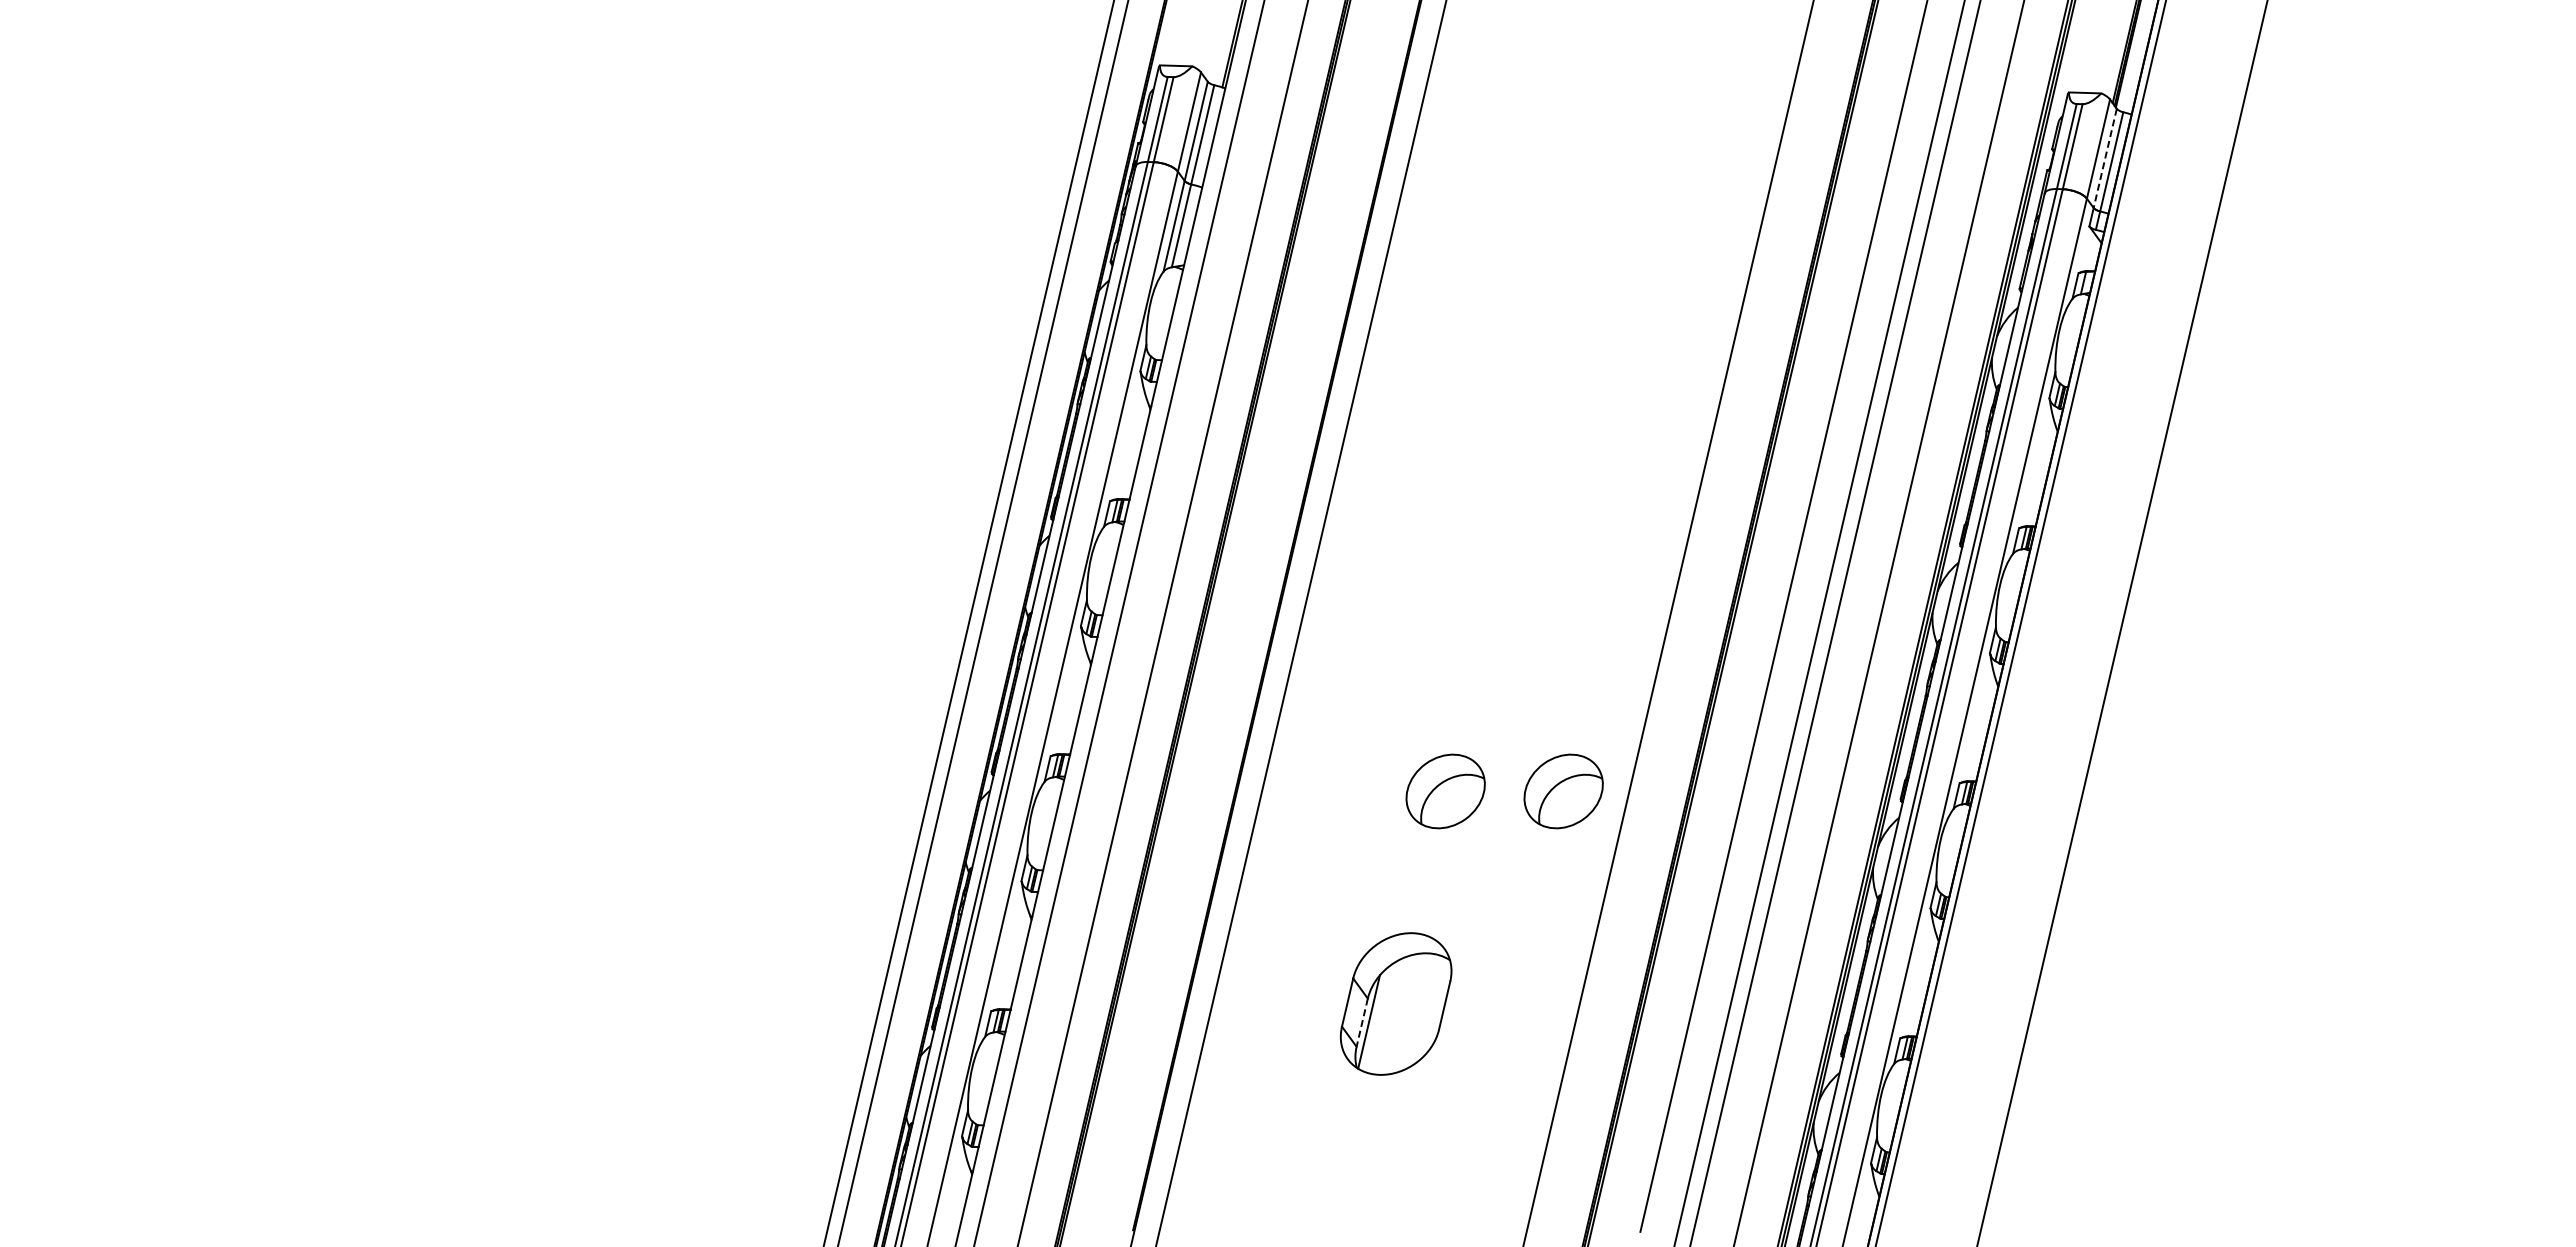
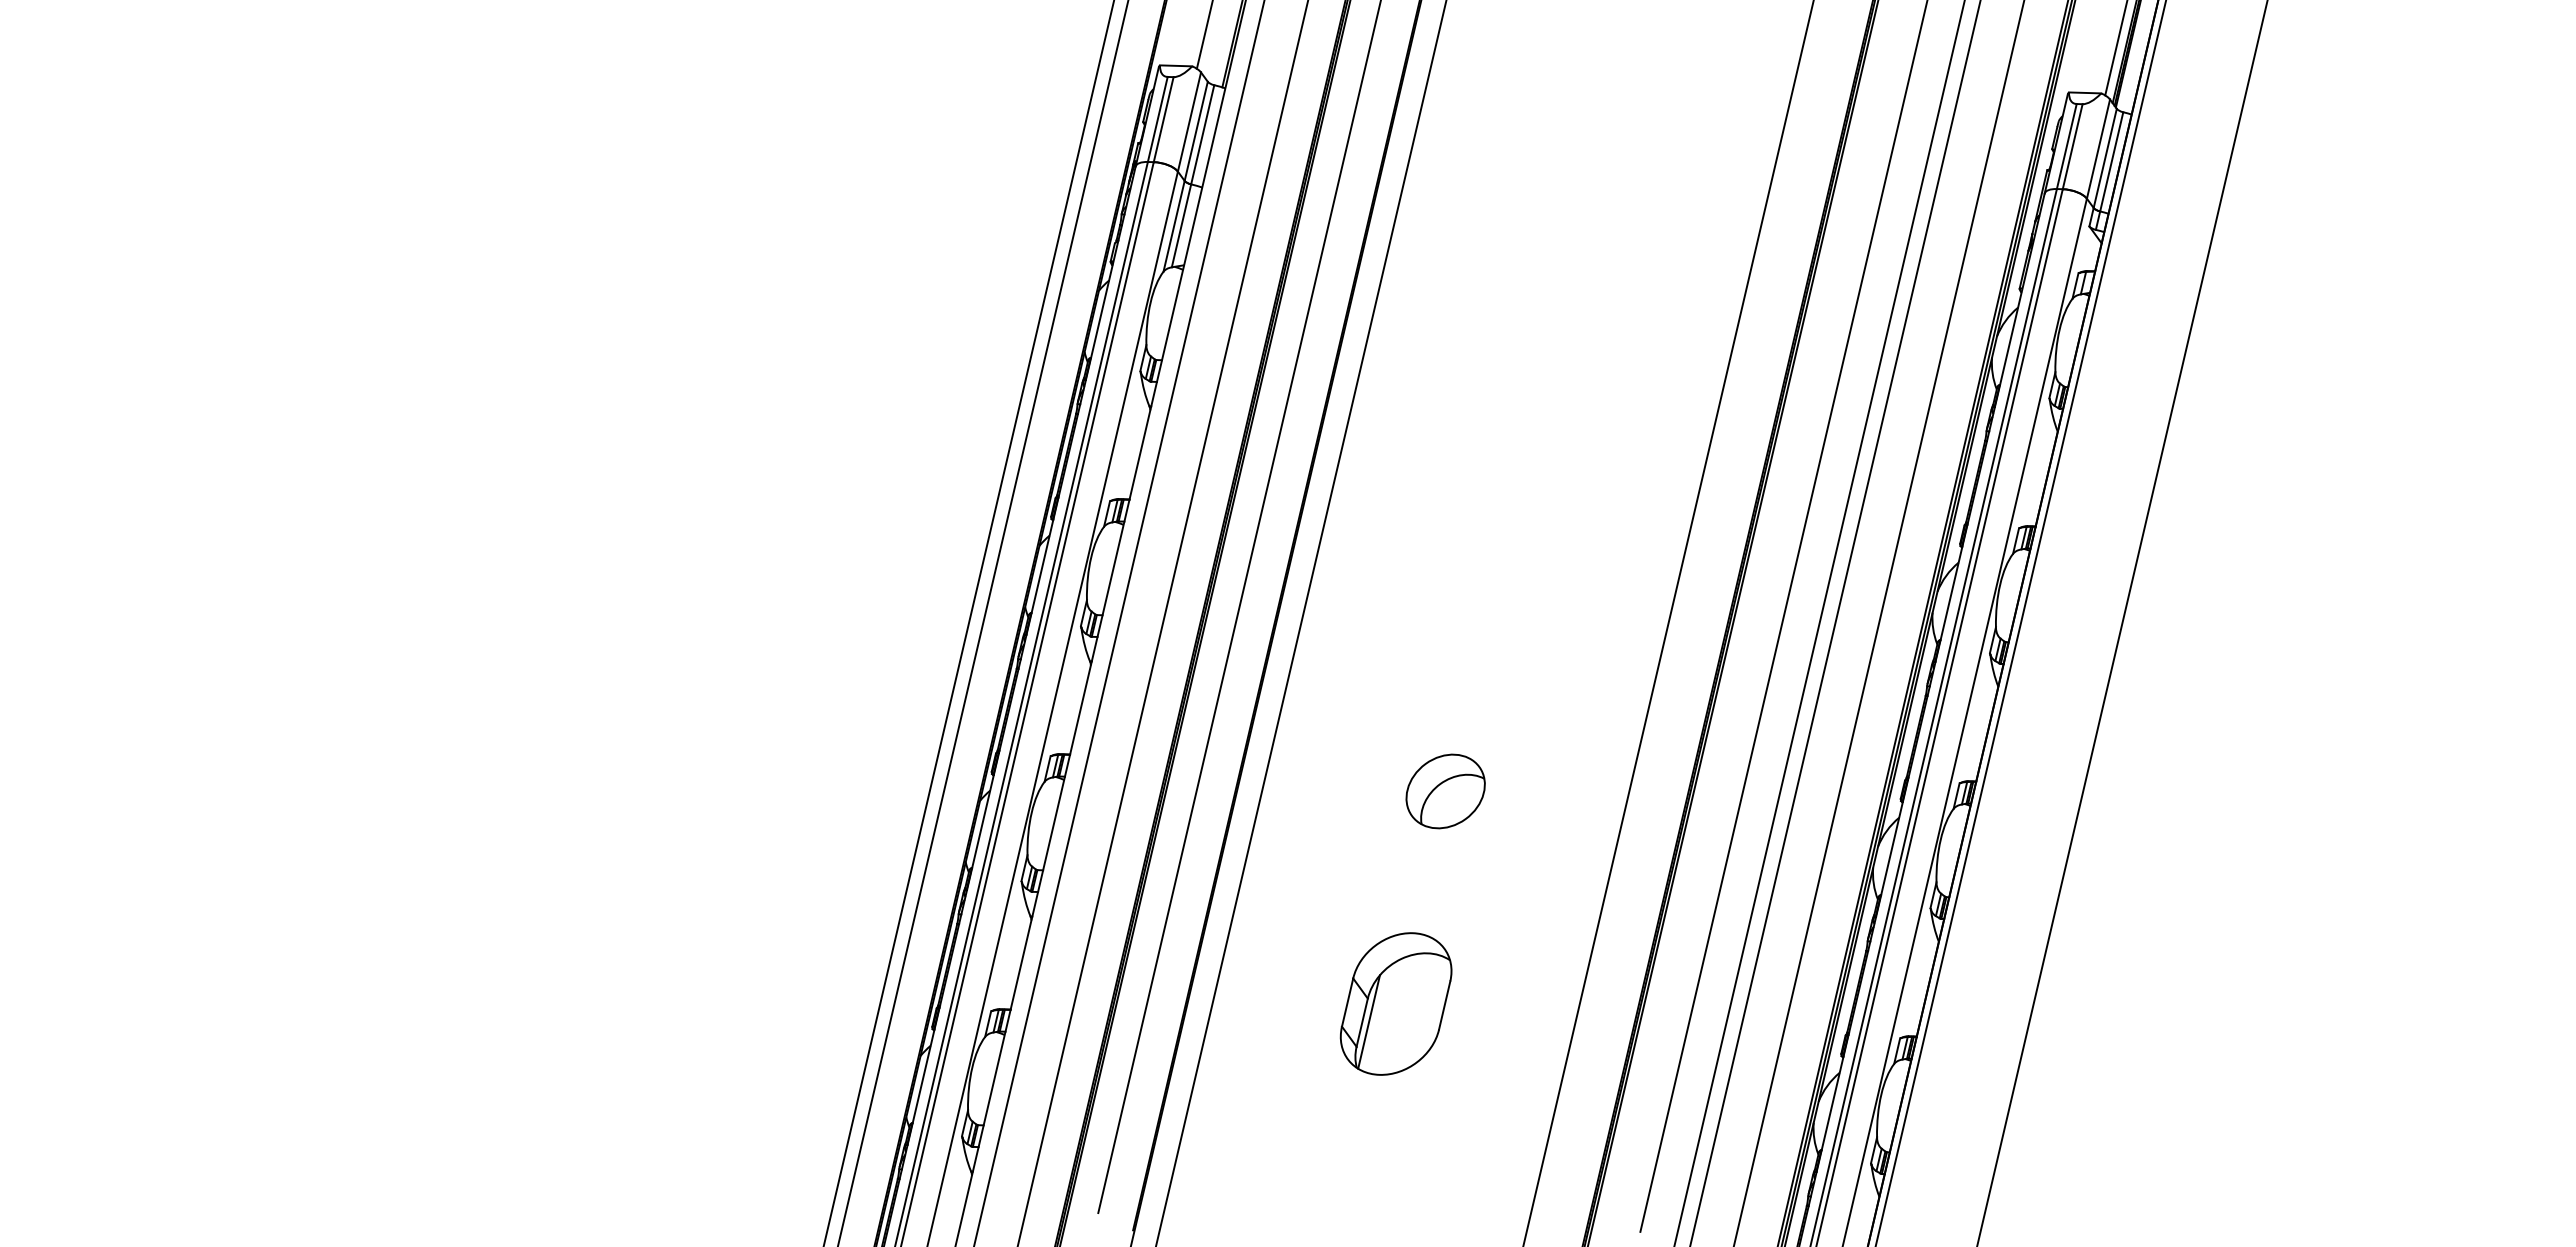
line at (1204, 35): none -> present
line at (2115, 48): none -> present
line at (2105, 158): dashed -> solid
line at (1239, 607): none -> present
part at (1563, 791): present -> none
line at (1362, 1022): dashed -> solid
